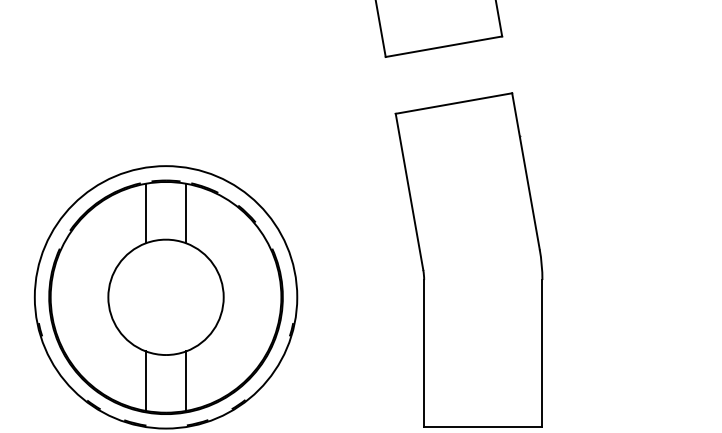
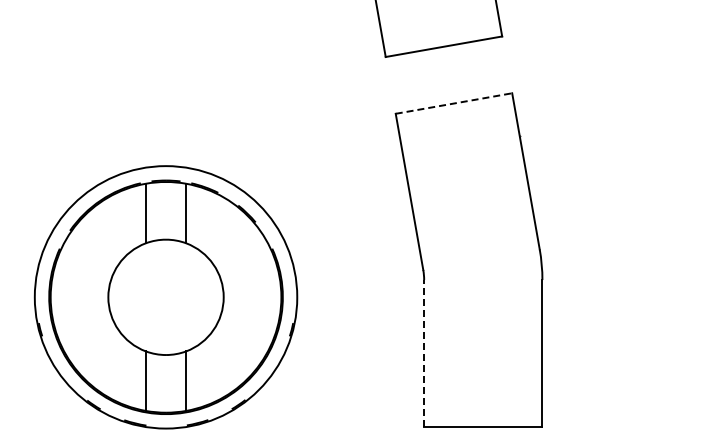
line at (454, 103): solid -> dashed
line at (424, 353): solid -> dashed
